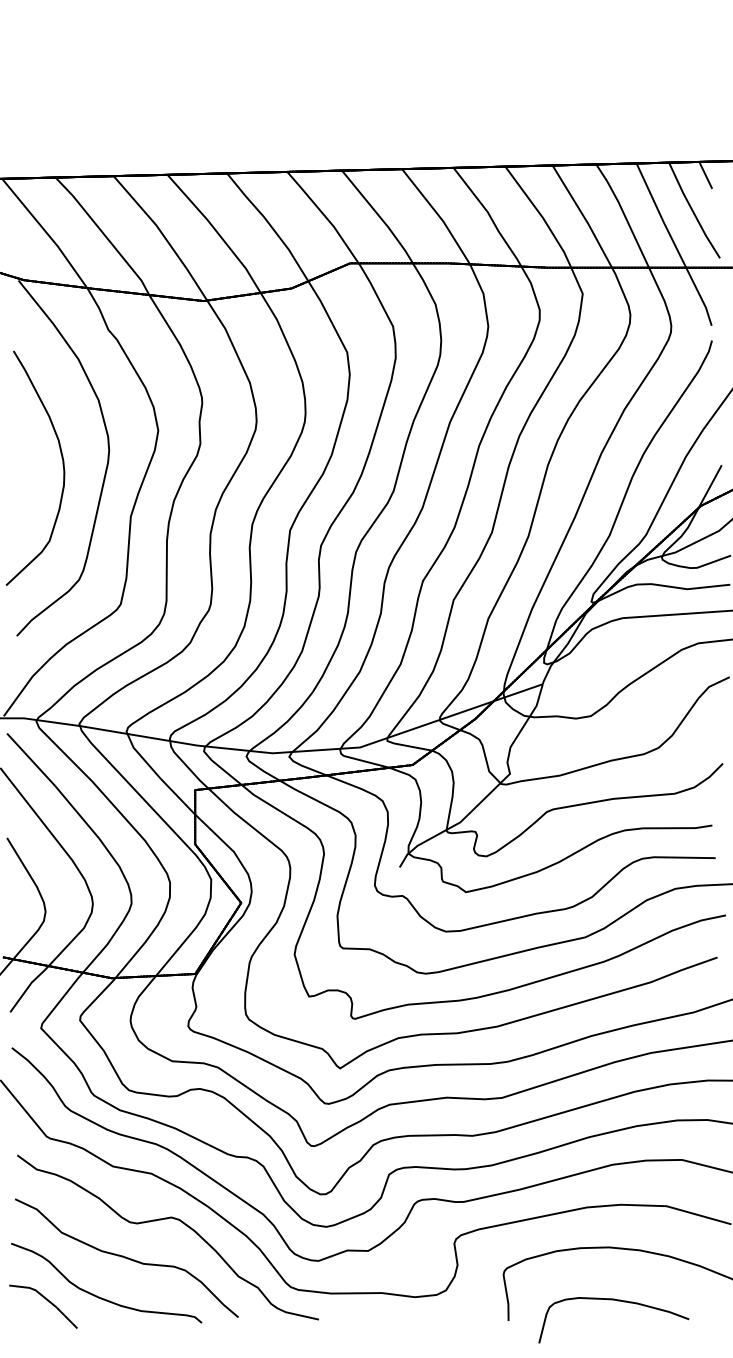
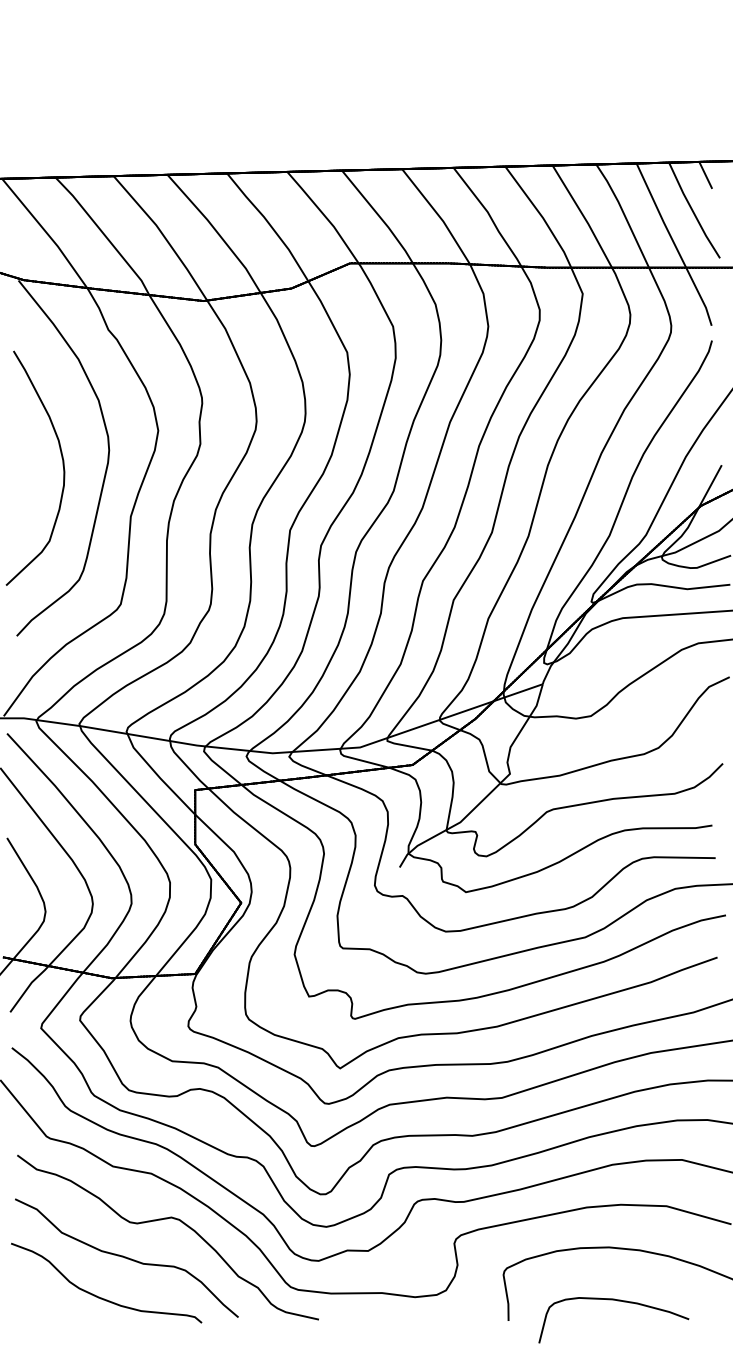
part at (47, 1301): present -> none
